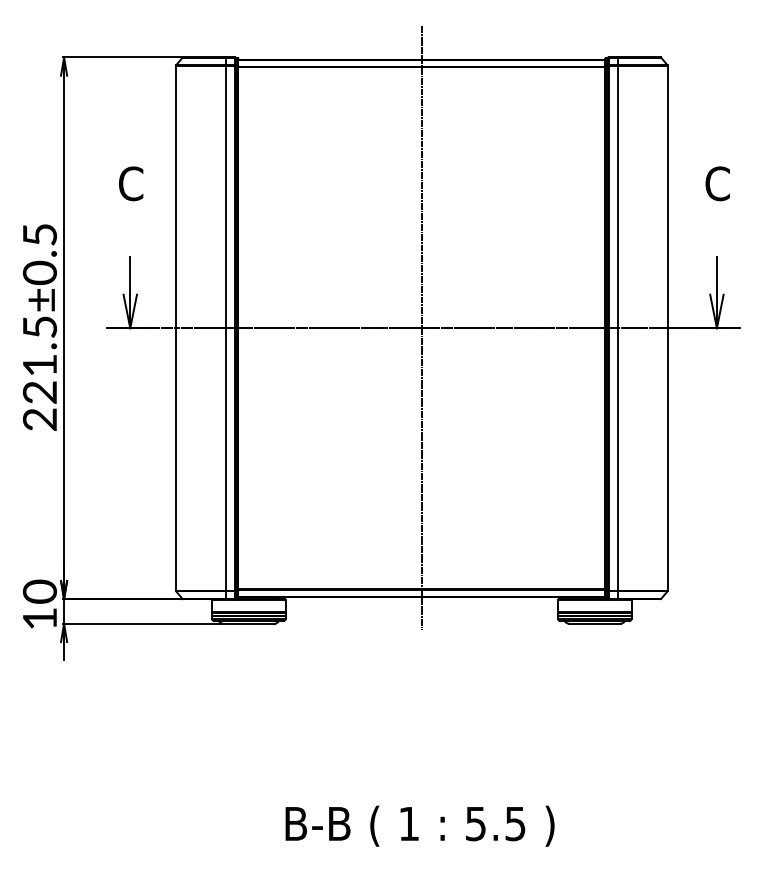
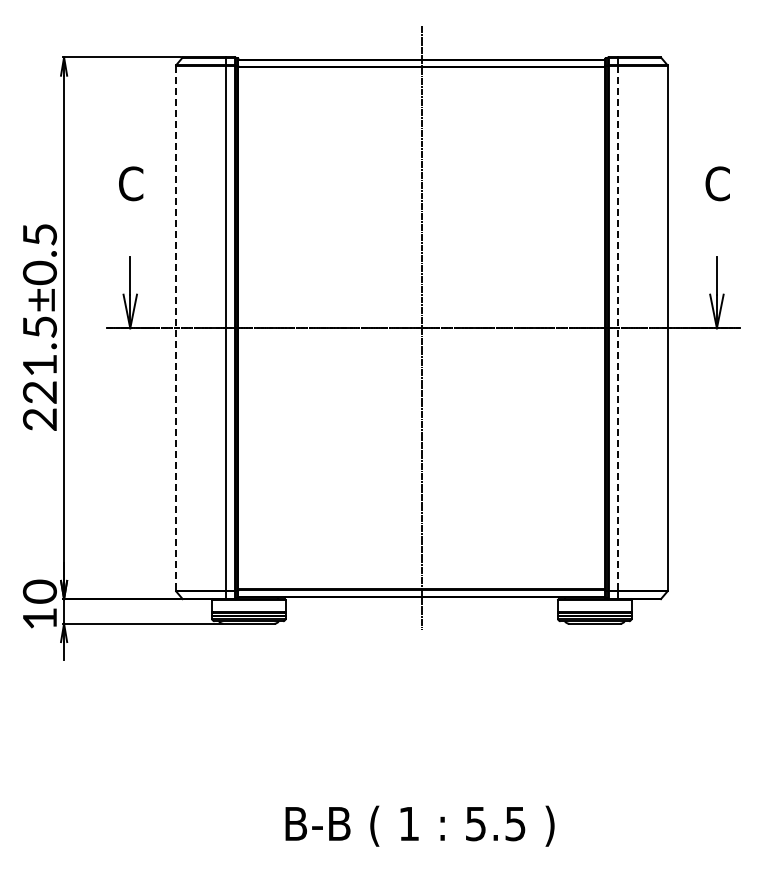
line at (175, 328): solid -> dashed
line at (617, 328): solid -> dashed
